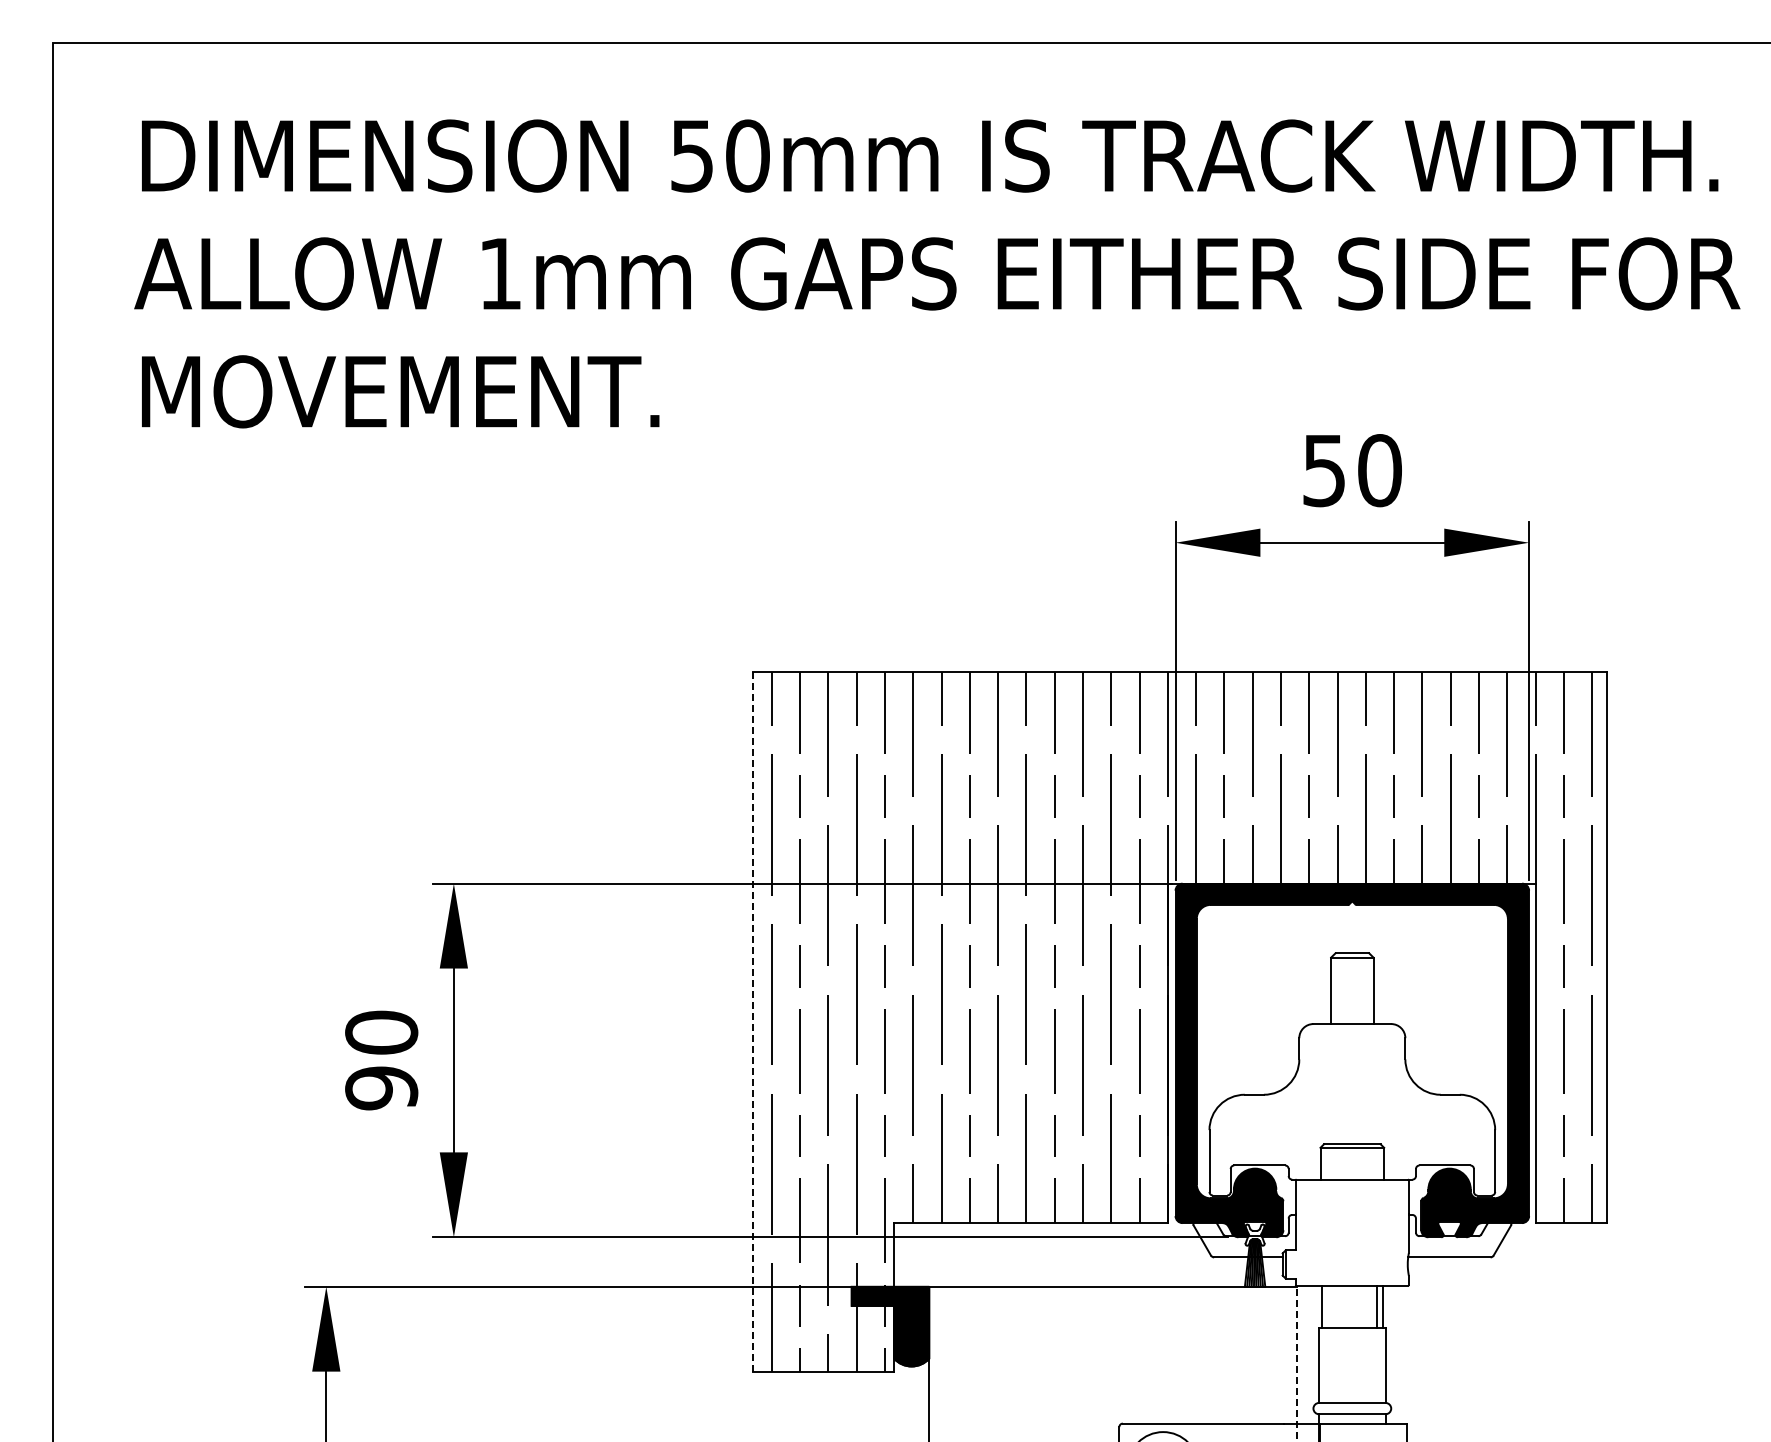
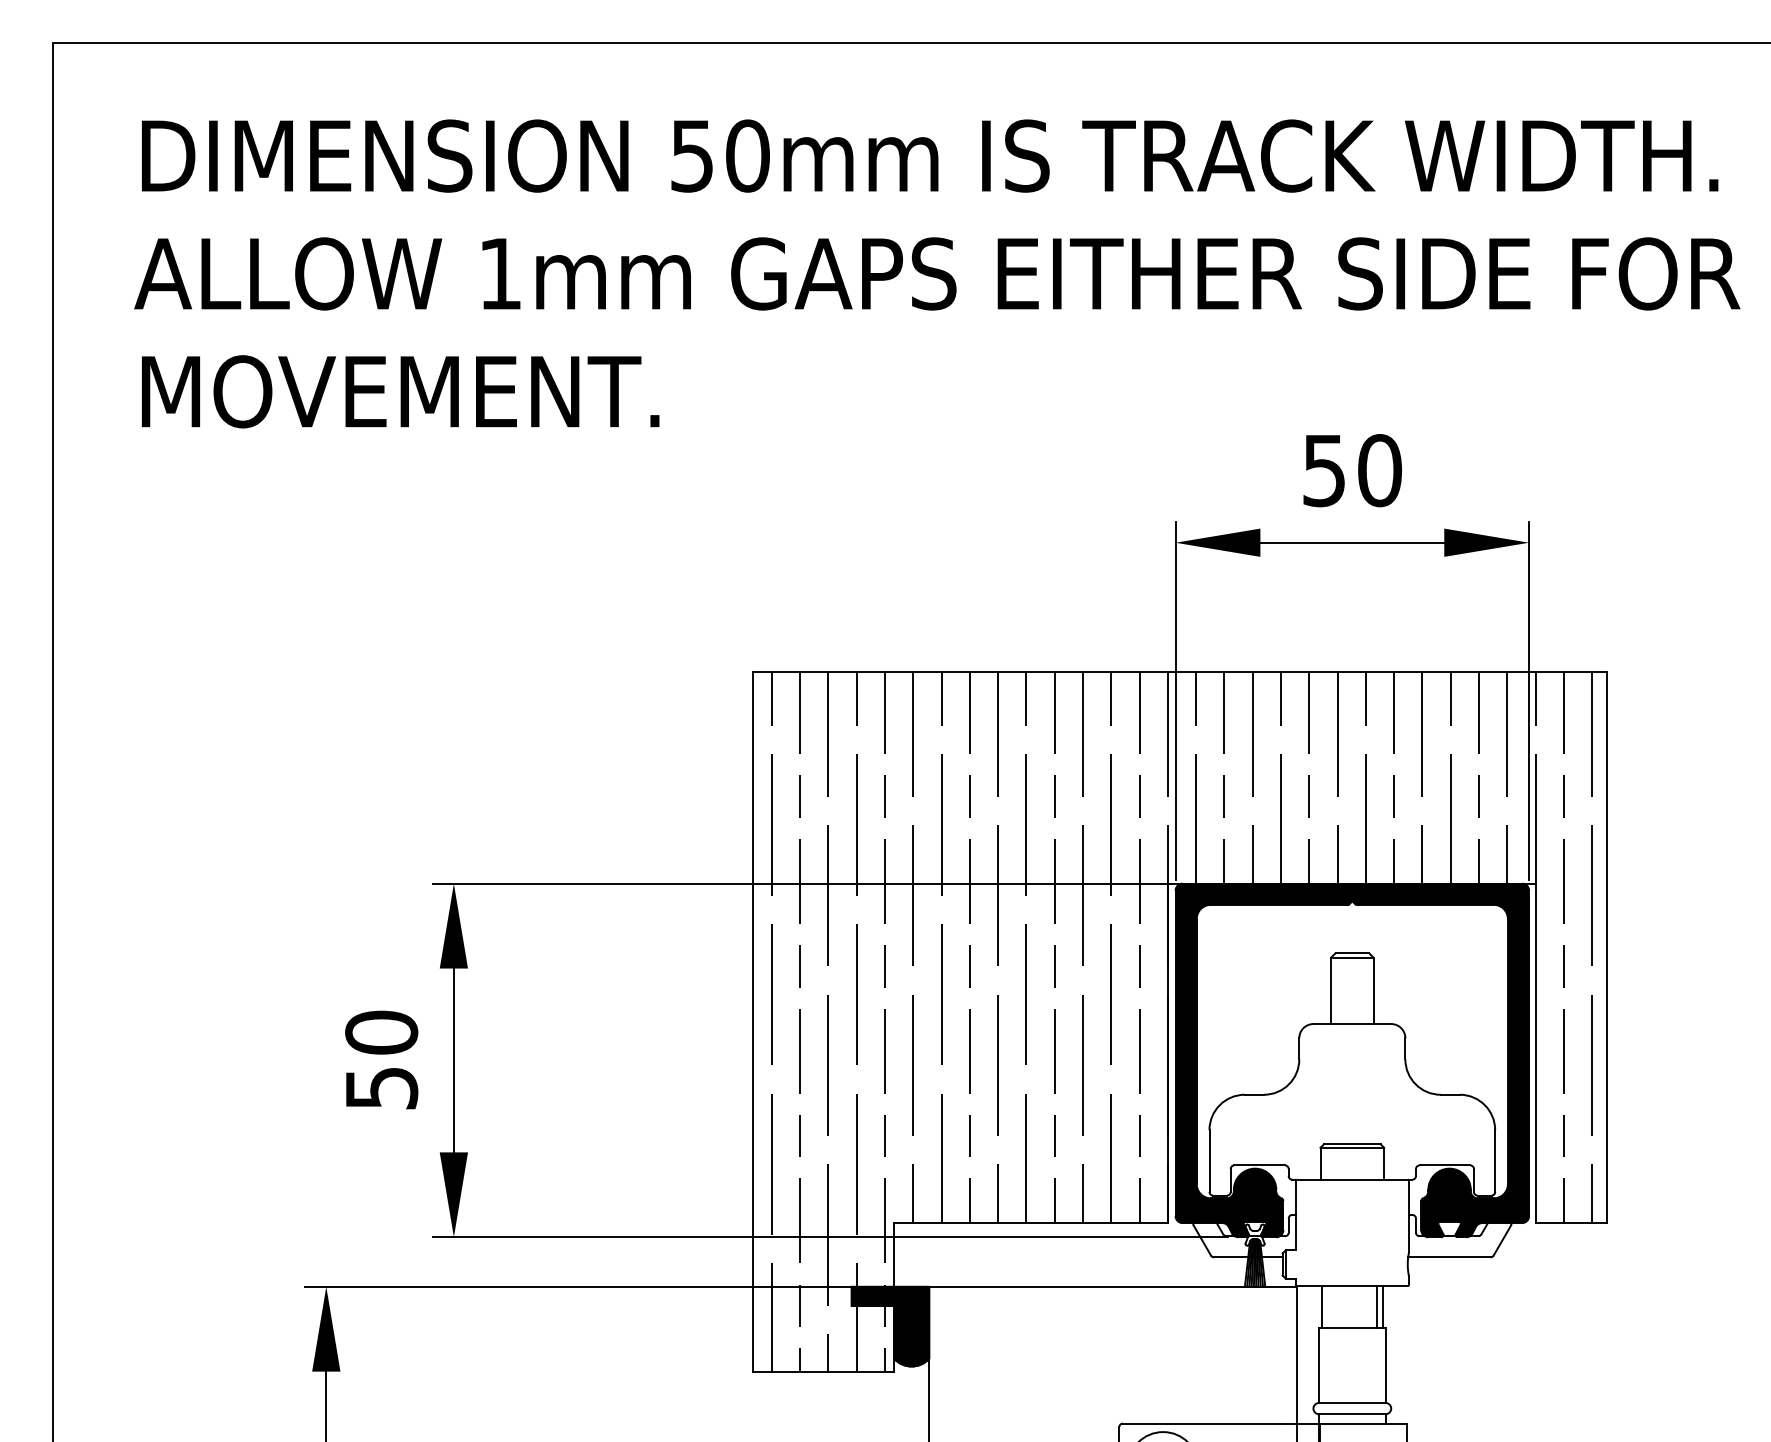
line at (752, 1021): dashed -> solid
text at (381, 1088): 90 -> 50
line at (1296, 1363): dashed -> solid
